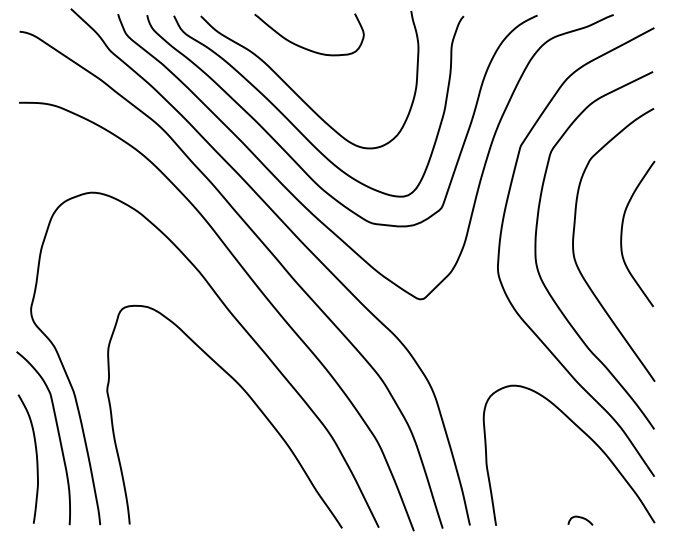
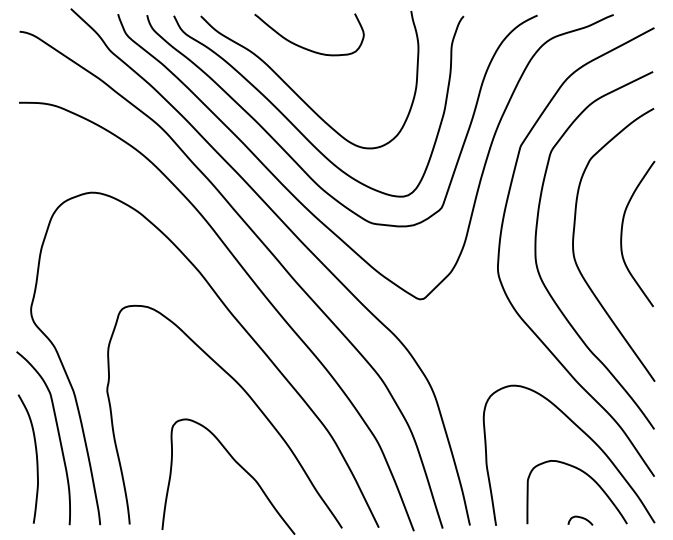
curve at (238, 465): none -> present
curve at (586, 475): none -> present
